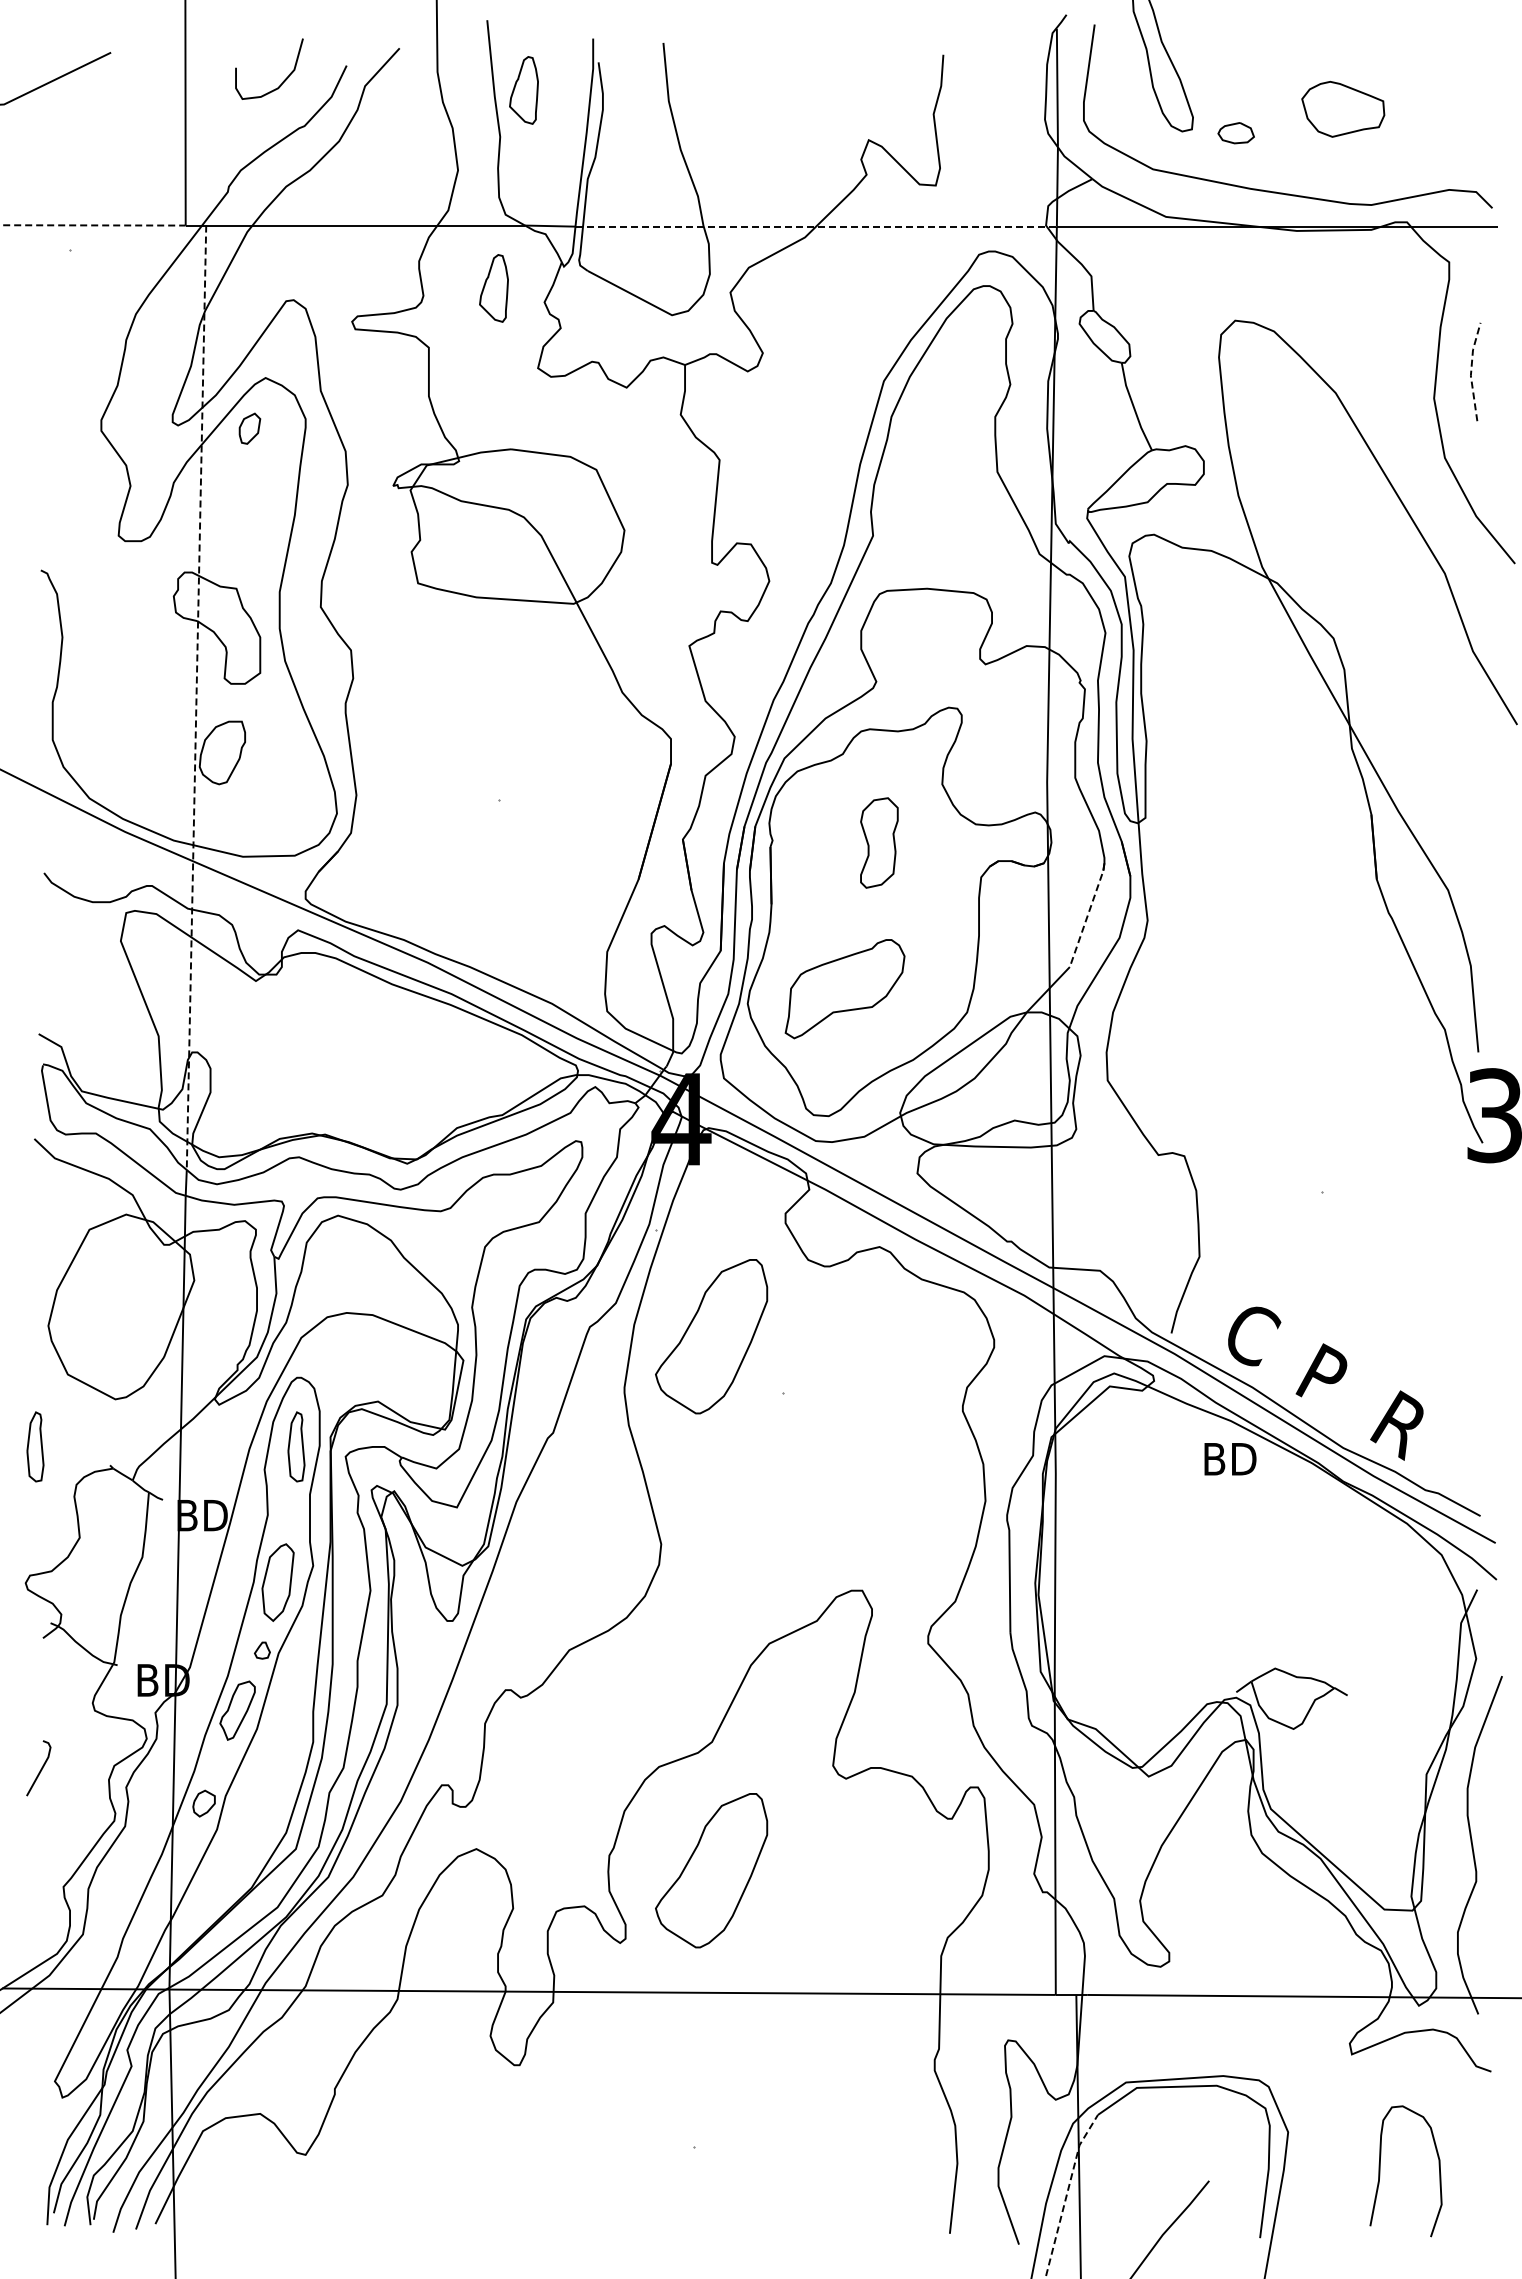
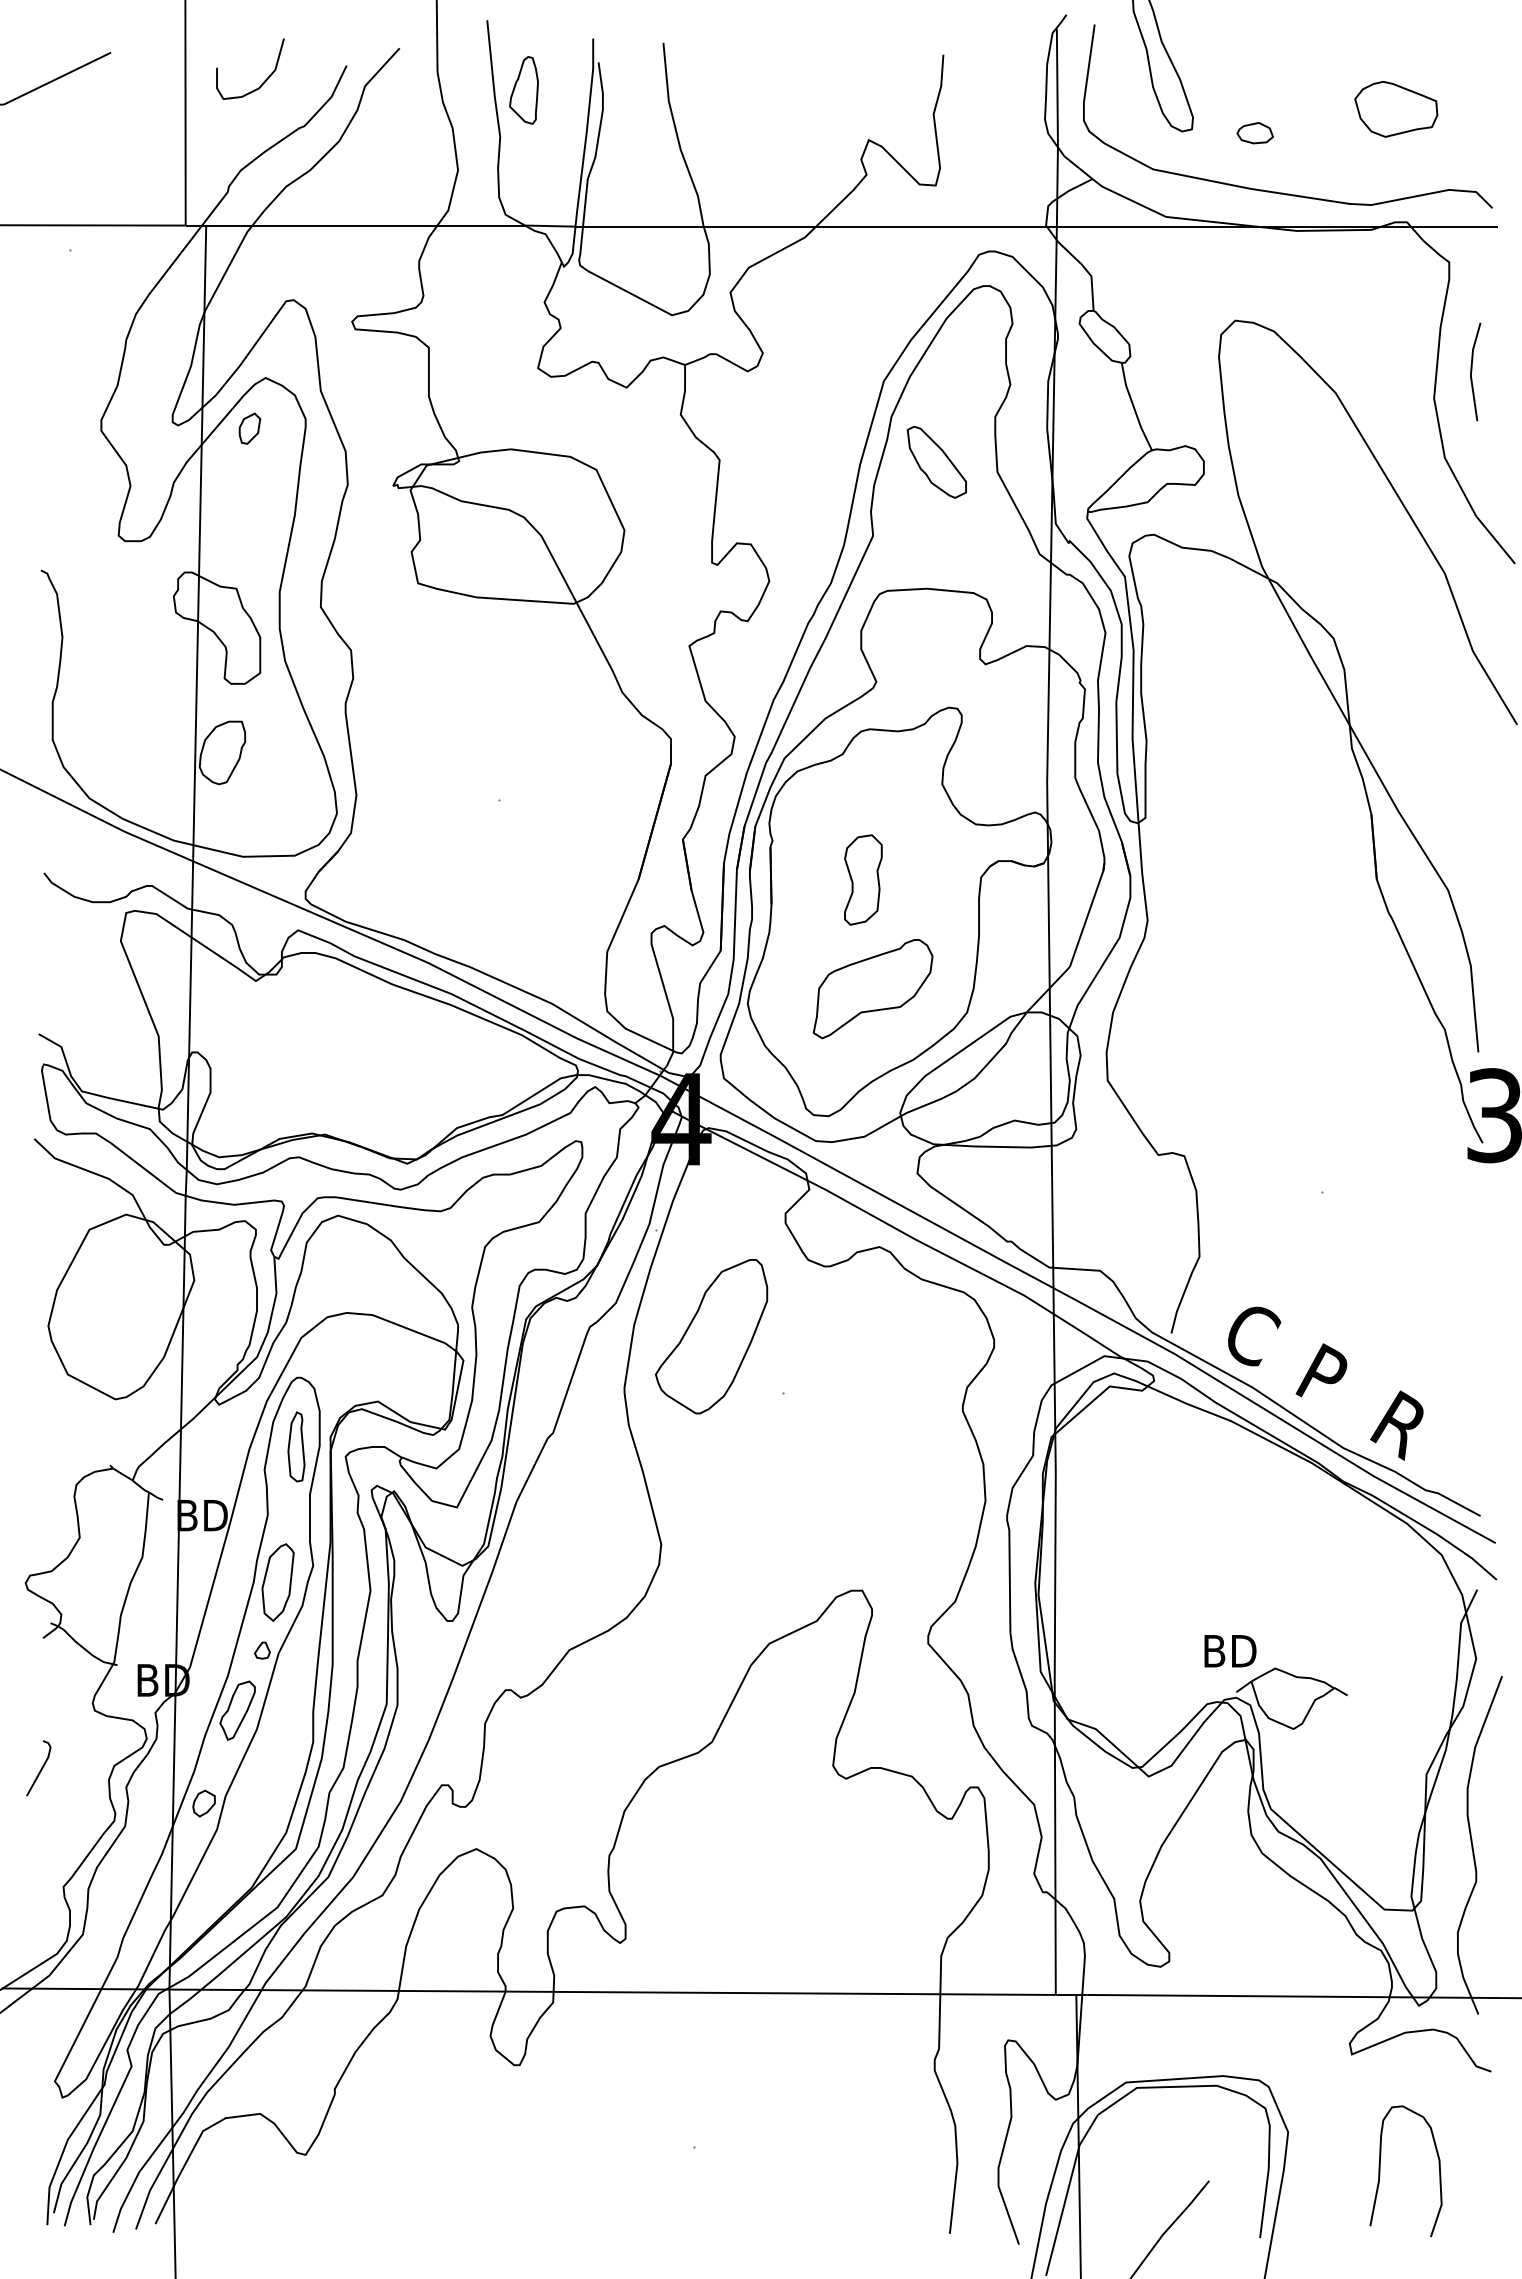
curve at (282, 81) position: (282, 81) -> (263, 81)
part at (1343, 109) position: (1343, 109) -> (1396, 109)
part at (1235, 133) position: (1235, 133) -> (1254, 133)
line at (93, 225): dashed -> solid
line at (816, 226): dashed -> solid
part at (493, 288): present -> none
line at (1471, 371): dashed -> solid
part at (936, 461): none -> present
line at (196, 698): dashed -> solid
part at (879, 842) position: (879, 842) -> (863, 879)
line at (1087, 915): dashed -> solid
part at (844, 989) position: (844, 989) -> (872, 989)
part at (35, 1446): present -> none
text at (1230, 1459) position: (1230, 1459) -> (1230, 1651)
part at (711, 1870): present -> none
line at (1067, 2192): dashed -> solid
